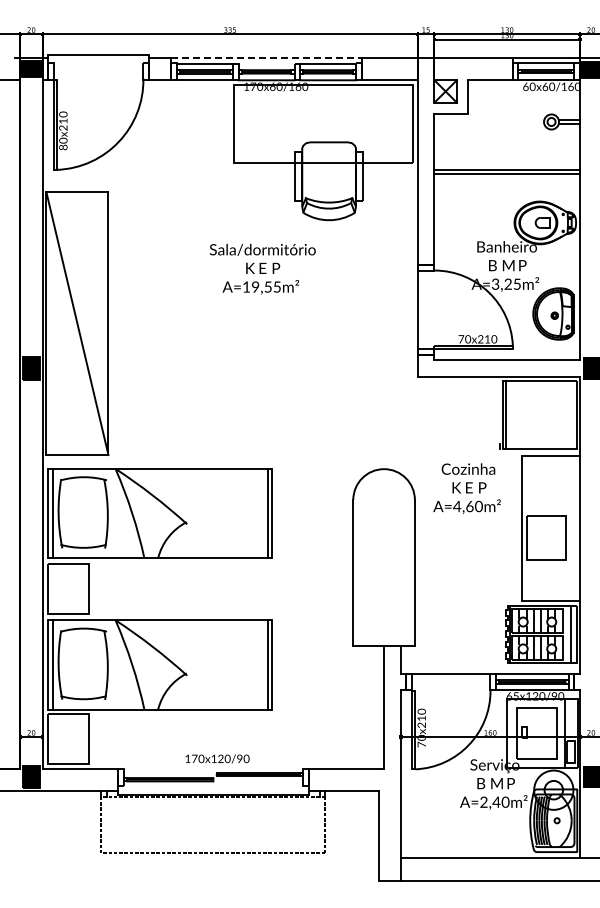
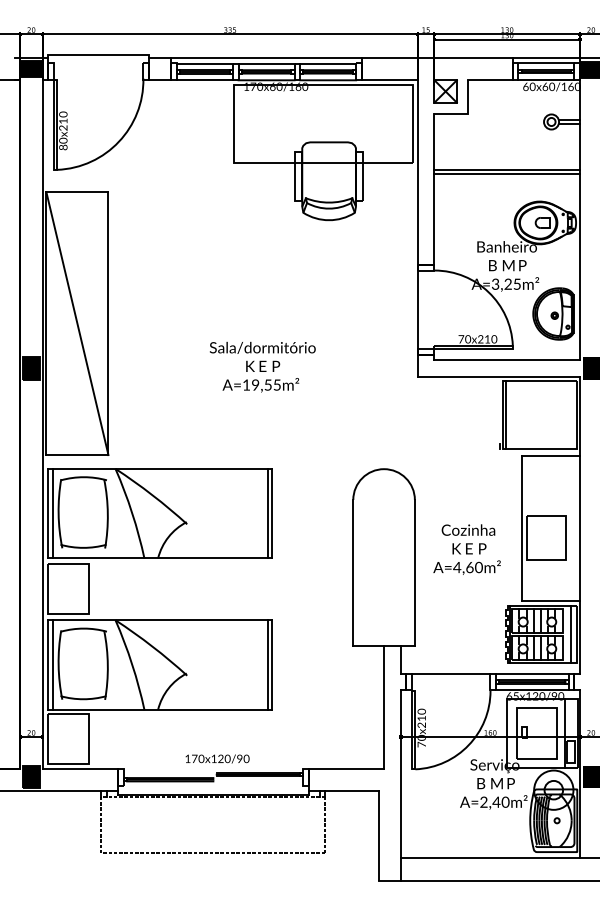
line at (267, 57): dashed -> solid
line at (266, 63): none -> present
text at (262, 268) position: (262, 268) -> (262, 366)
text at (466, 488) position: (466, 488) -> (466, 549)
